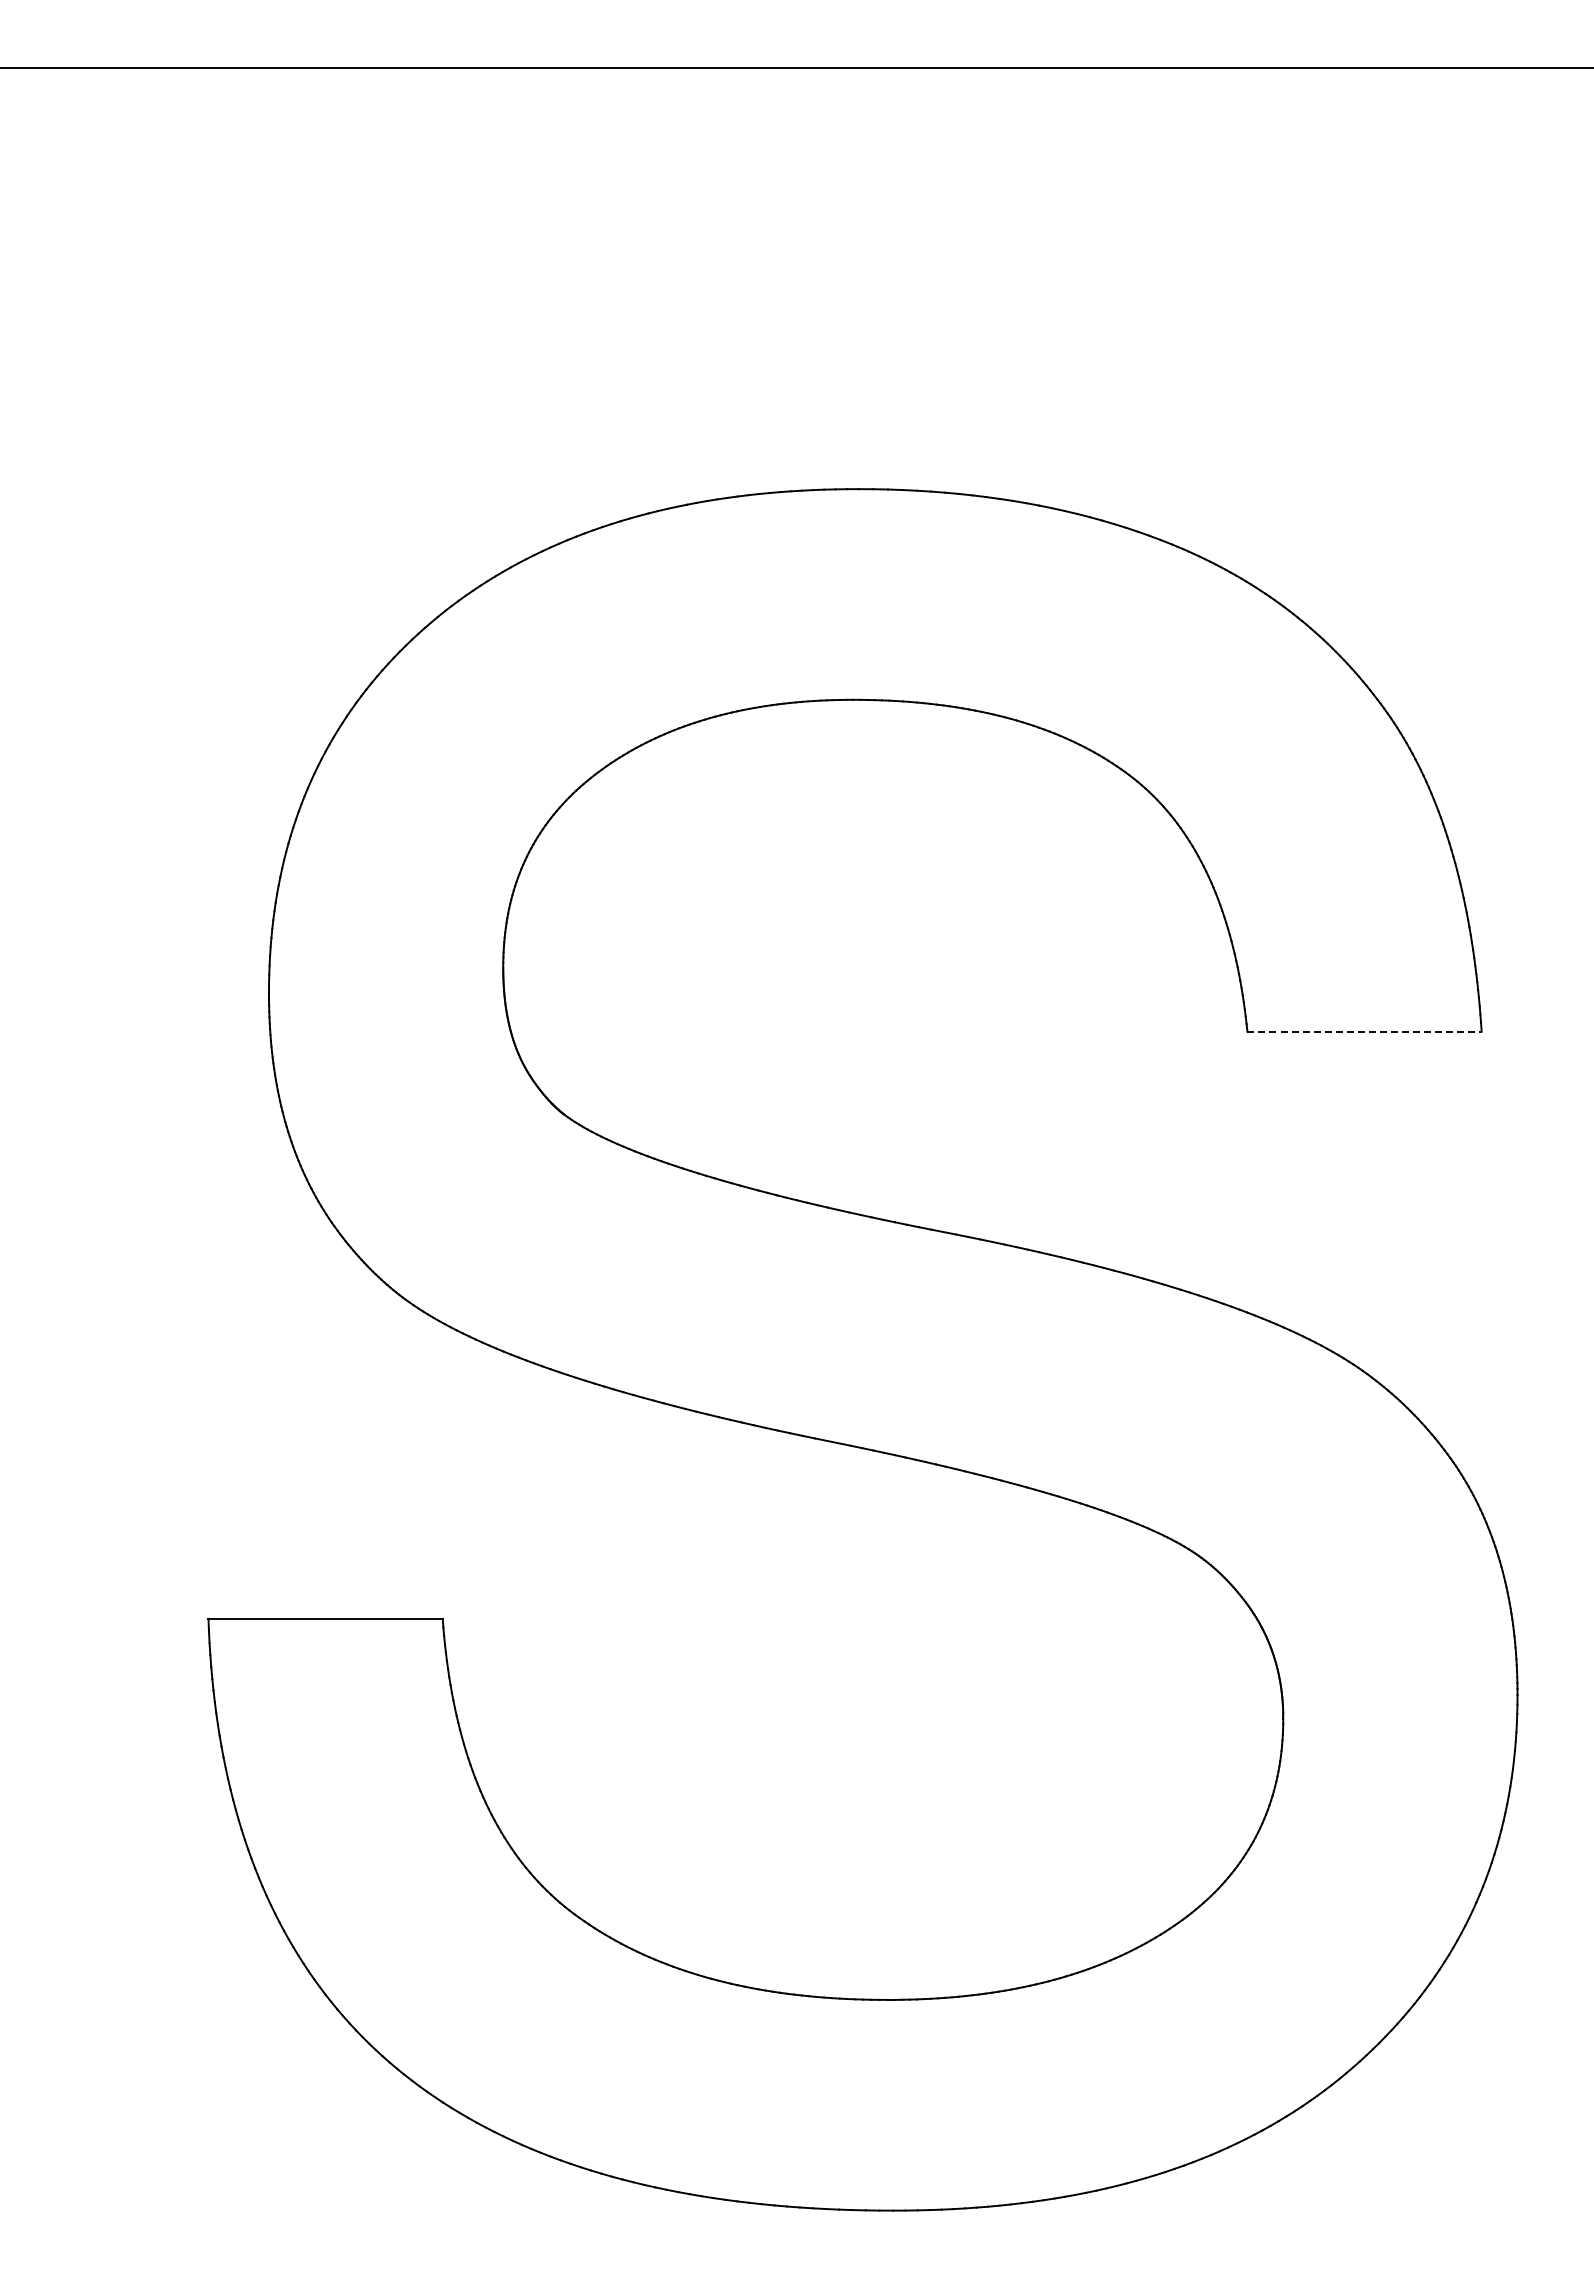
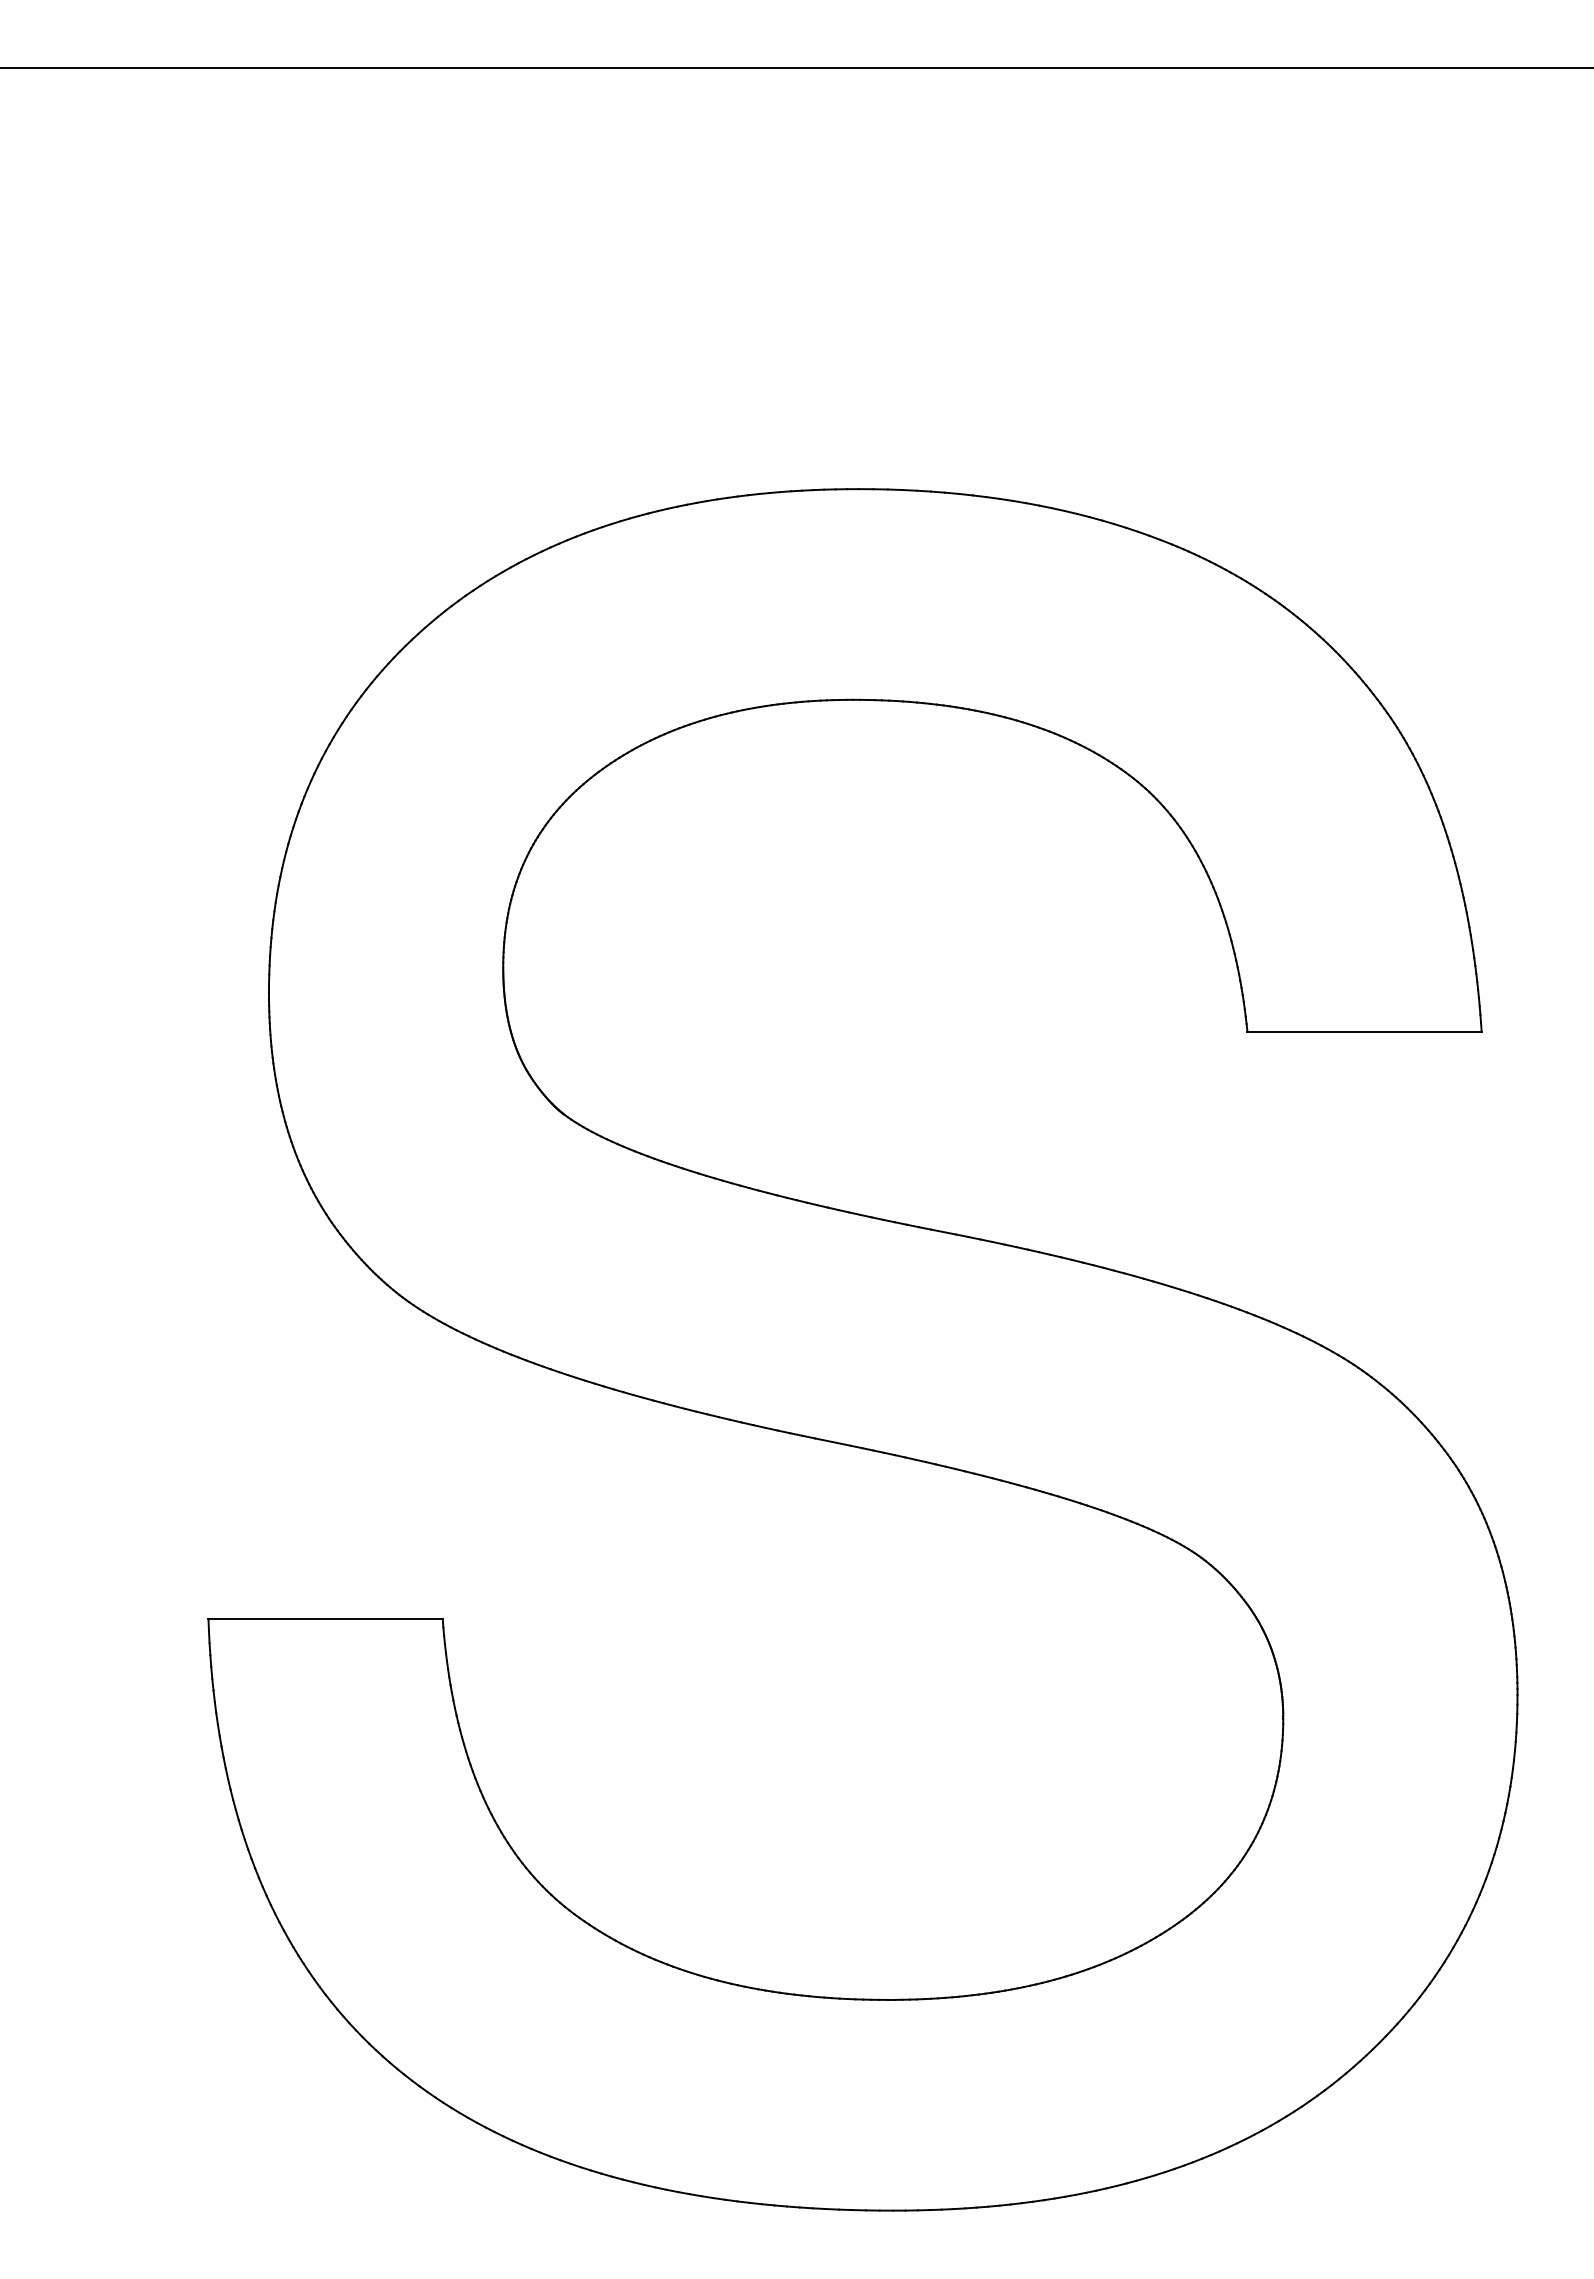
line at (1365, 1031): dashed -> solid
